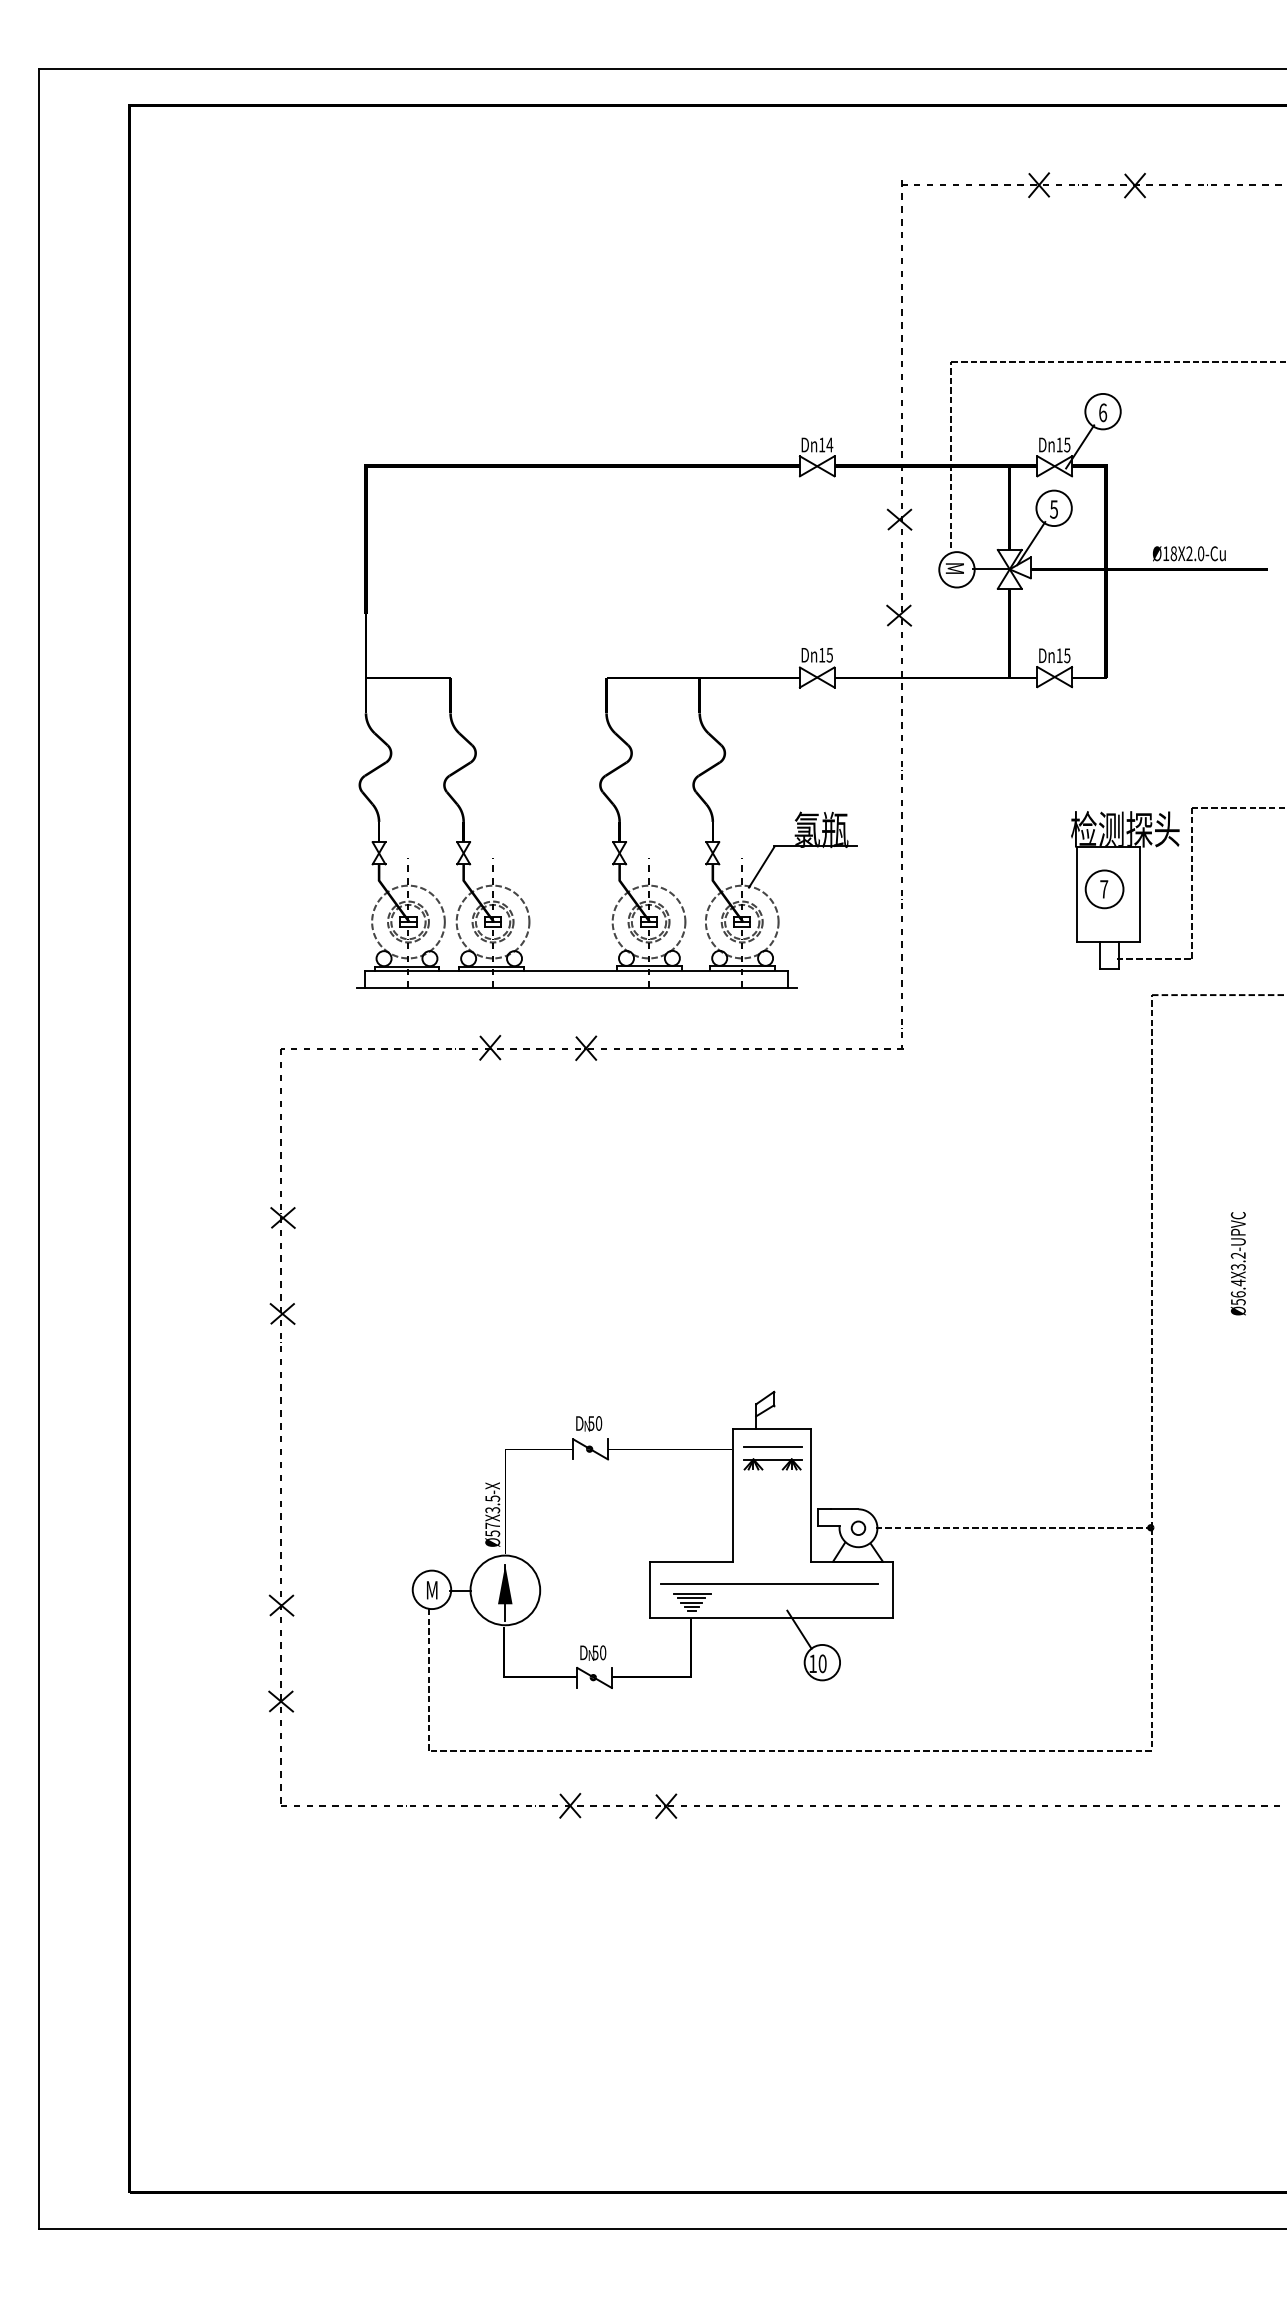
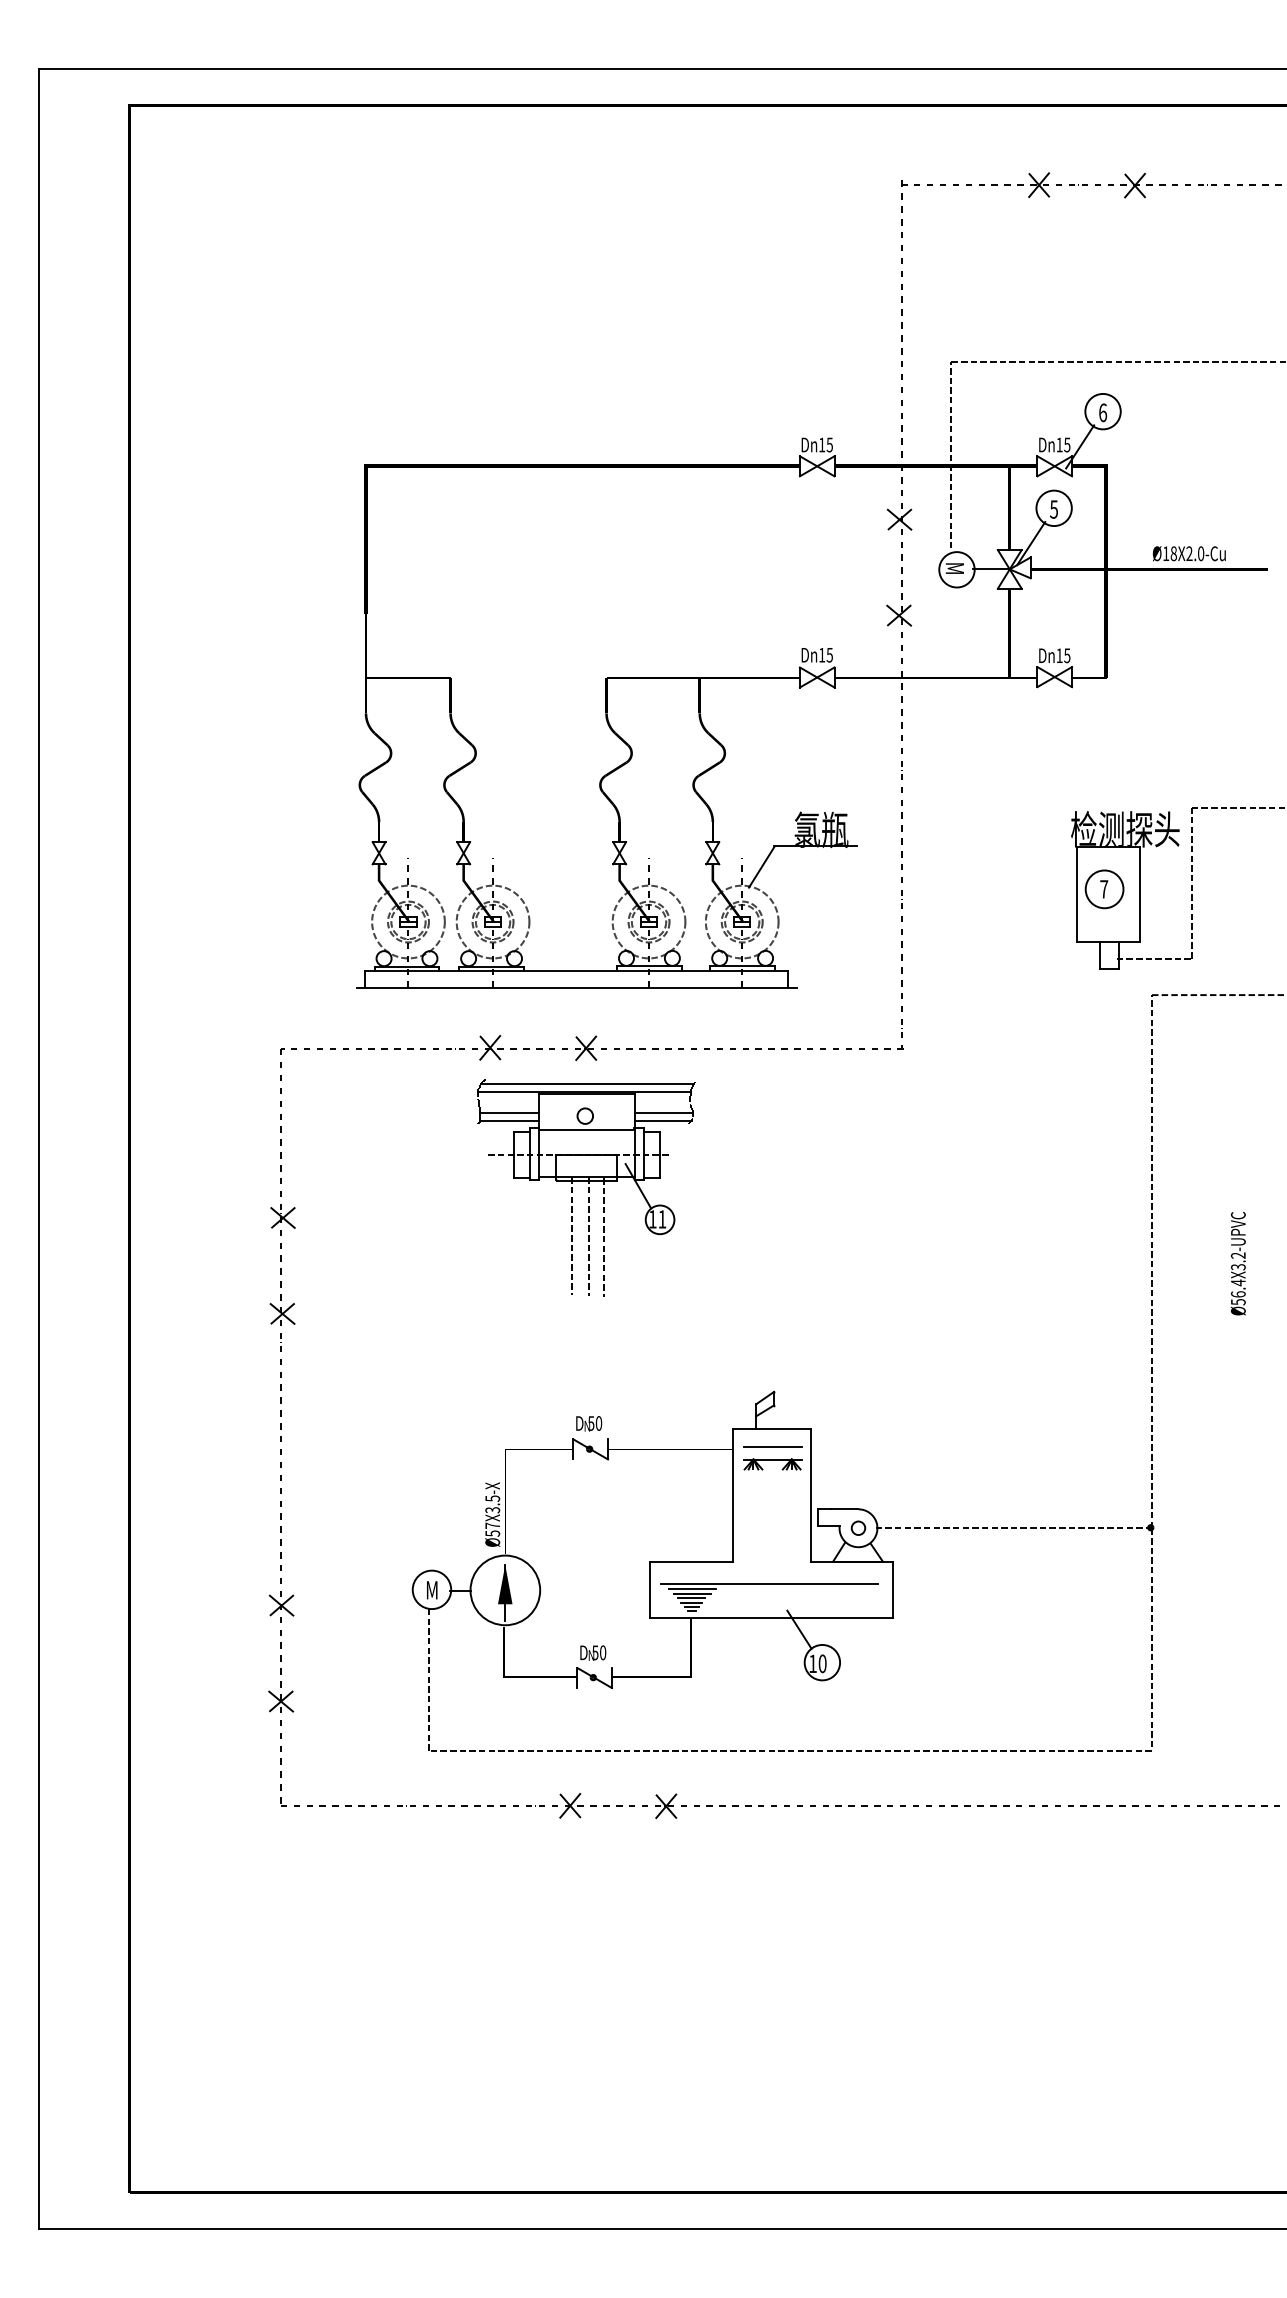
text at (829, 444): Dn14 -> Dn15
part at (586, 1187): none -> present
line at (692, 1588): none -> present
